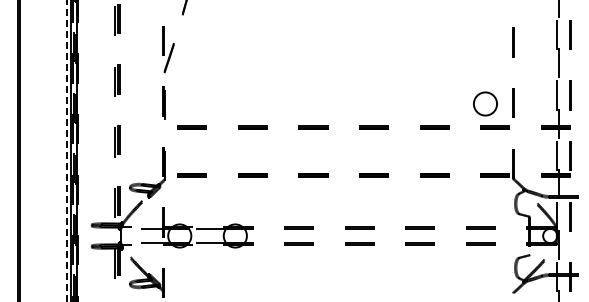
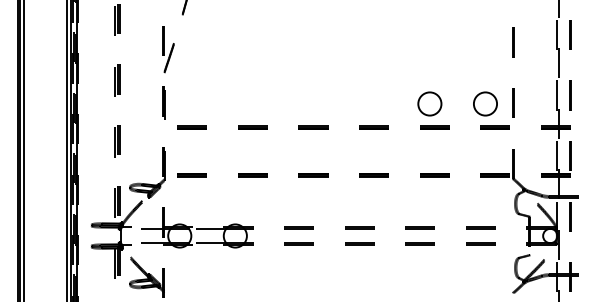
circle at (429, 103): none -> present
line at (24, 150): none -> present
line at (66, 151): dashed -> solid
